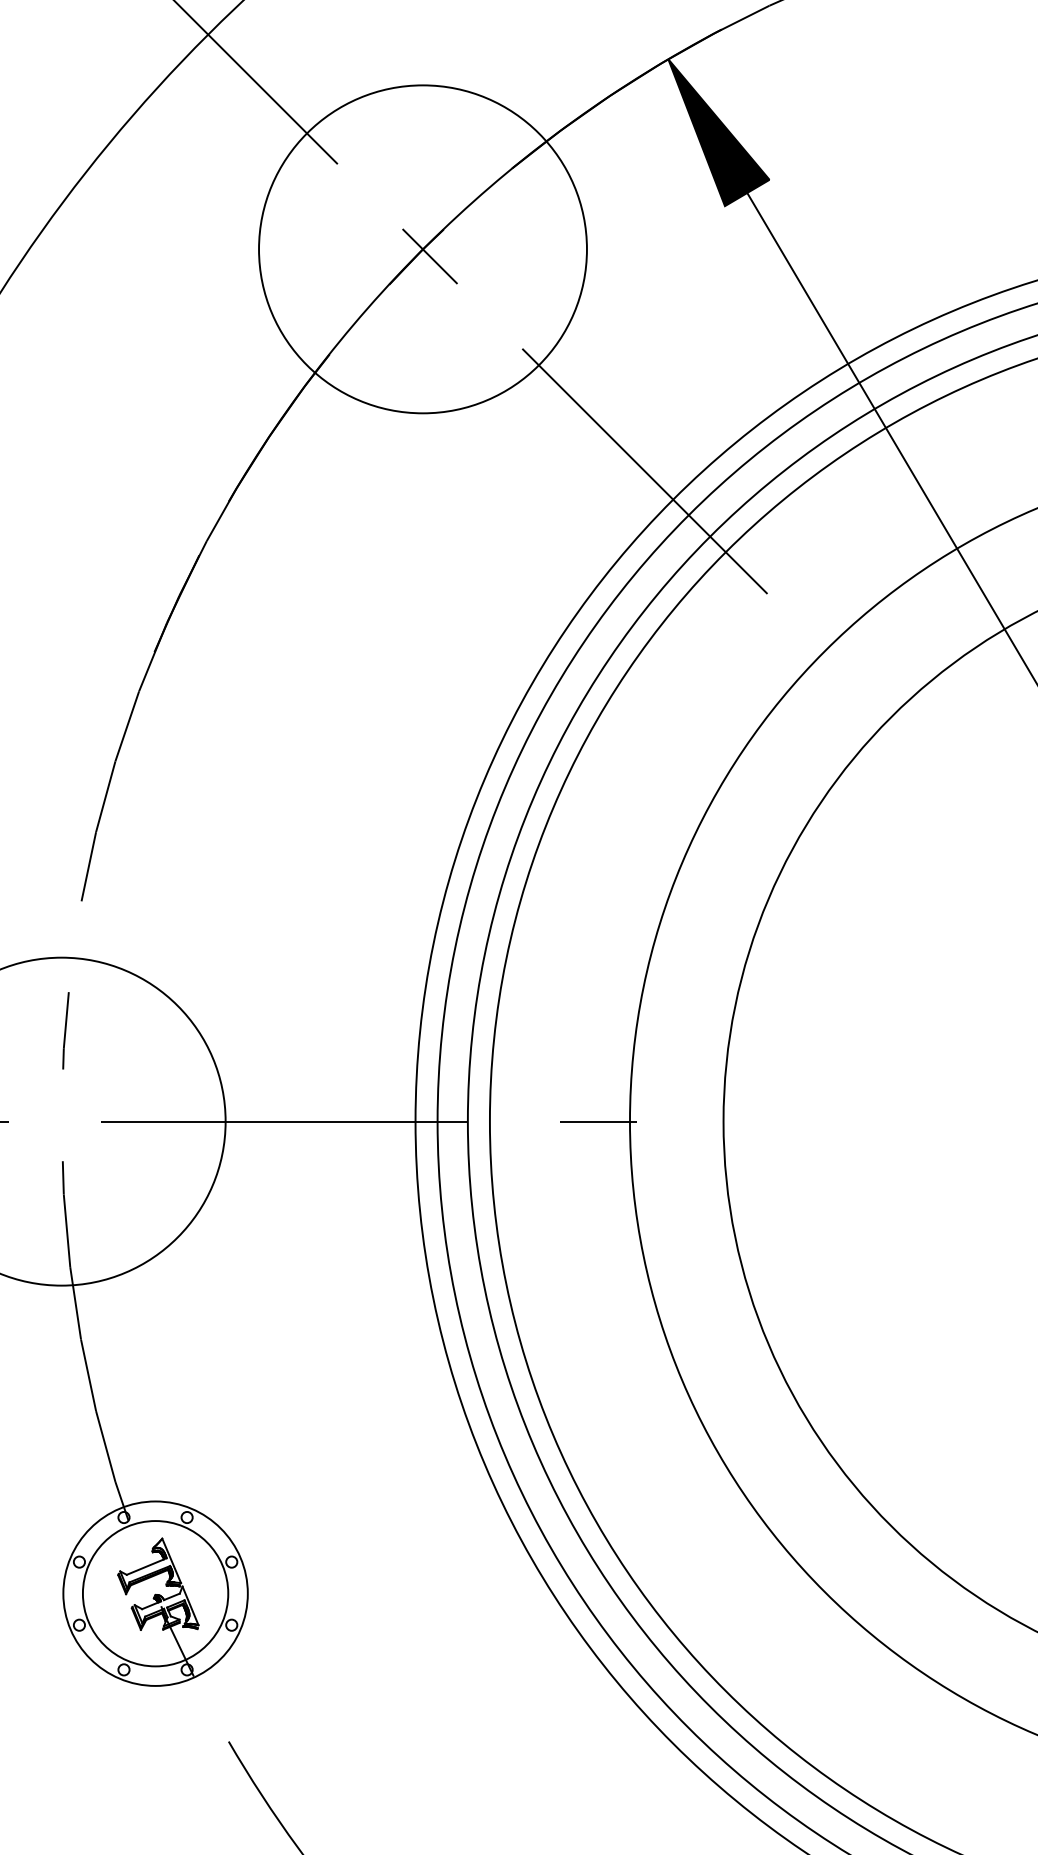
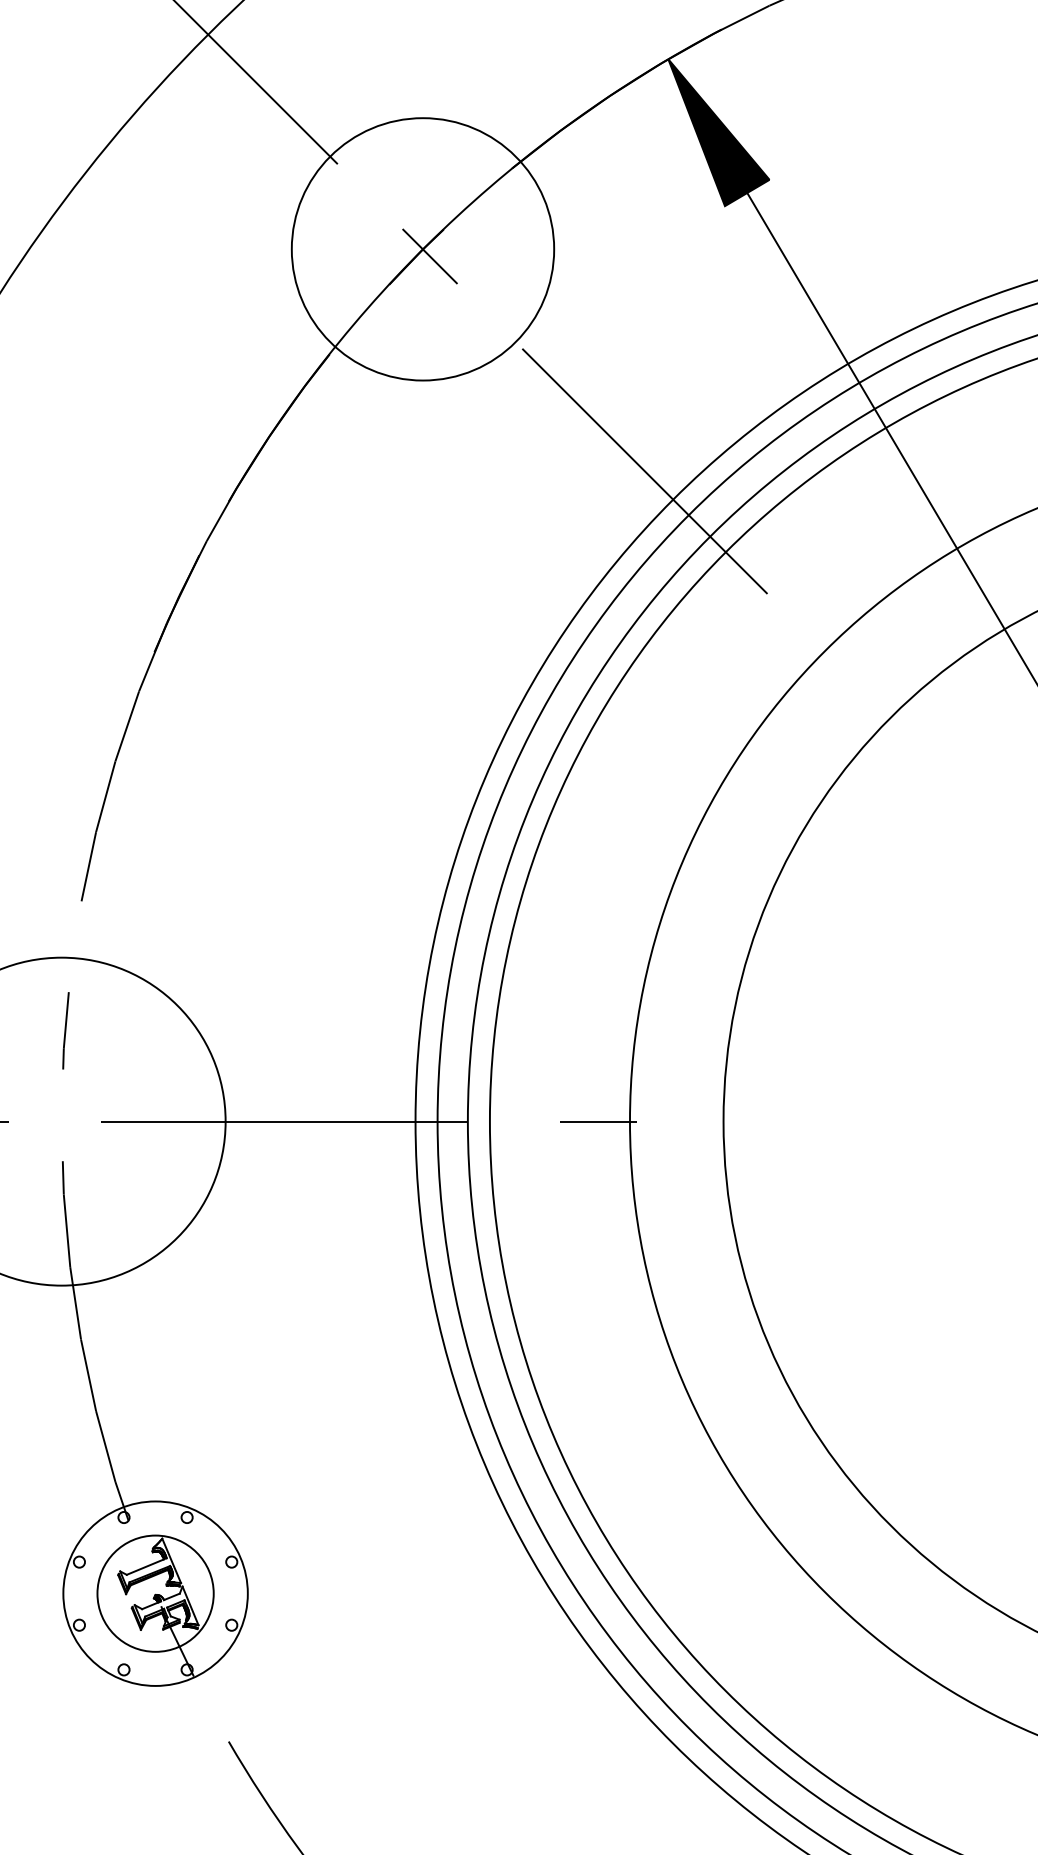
circle at (422, 249) diameter: 328 px -> 262 px
circle at (155, 1593) diameter: 145 px -> 116 px
